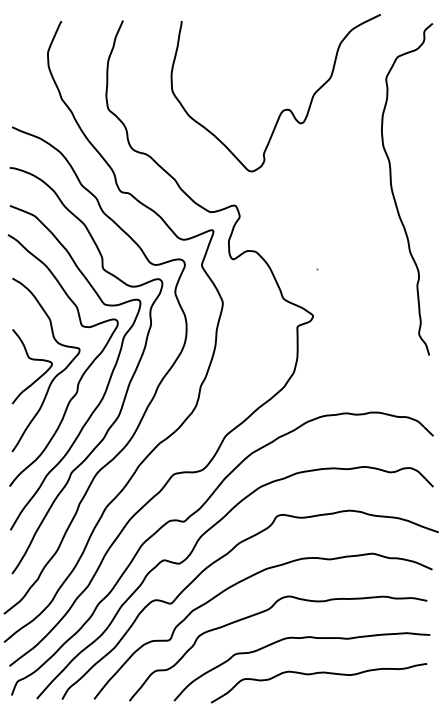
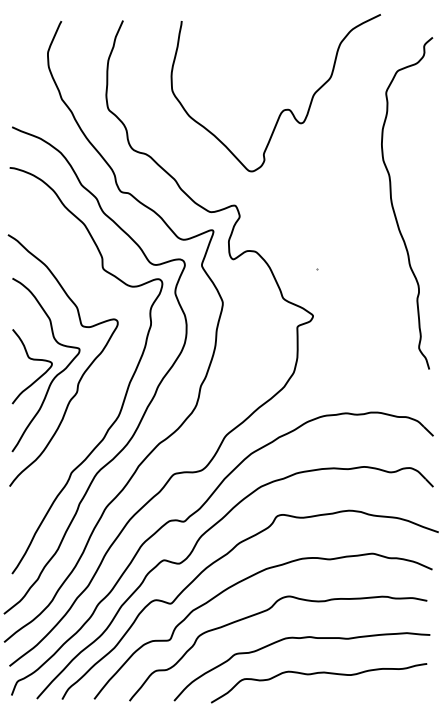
curve at (393, 191) position: (393, 191) -> (393, 205)
curve at (109, 377): present -> none
